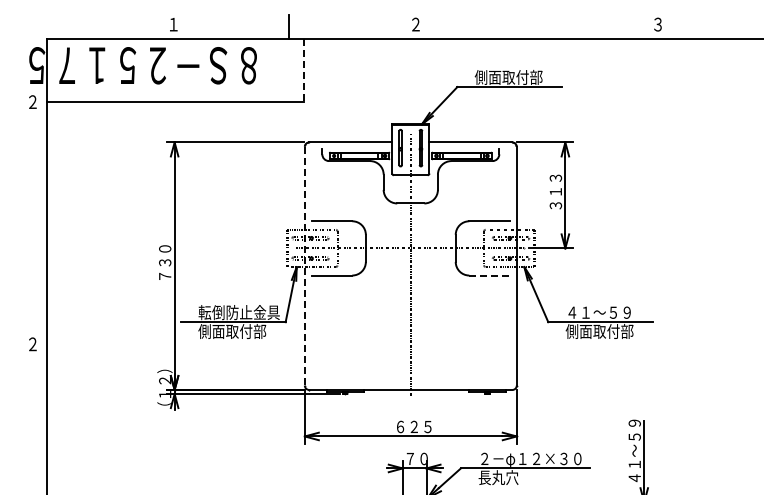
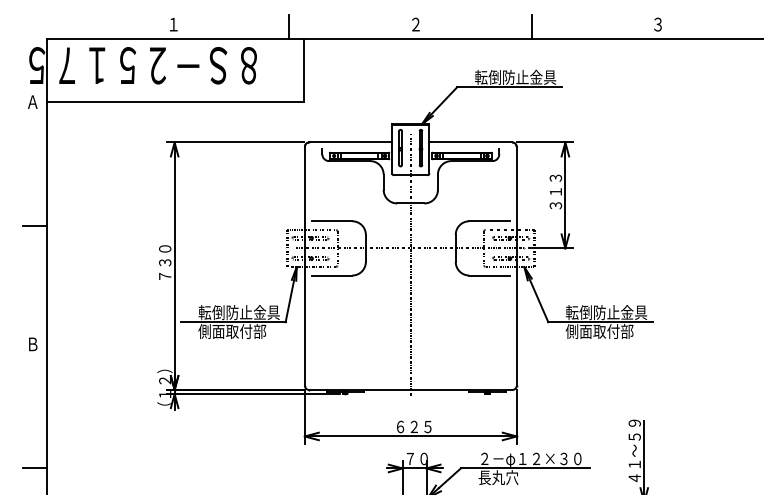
line at (531, 26): none -> present
line at (303, 71): dashed -> solid
text at (515, 76): 側面取付部 -> 転倒防止金具
text at (32, 101): ２ -> Ａ
line at (34, 225): none -> present
line at (304, 266): dashed -> solid
line at (490, 275): dashed -> solid
text at (606, 312): ４１～５９ -> 転倒防止金具
text at (33, 344): ２ -> Ｂ
line at (34, 467): none -> present
